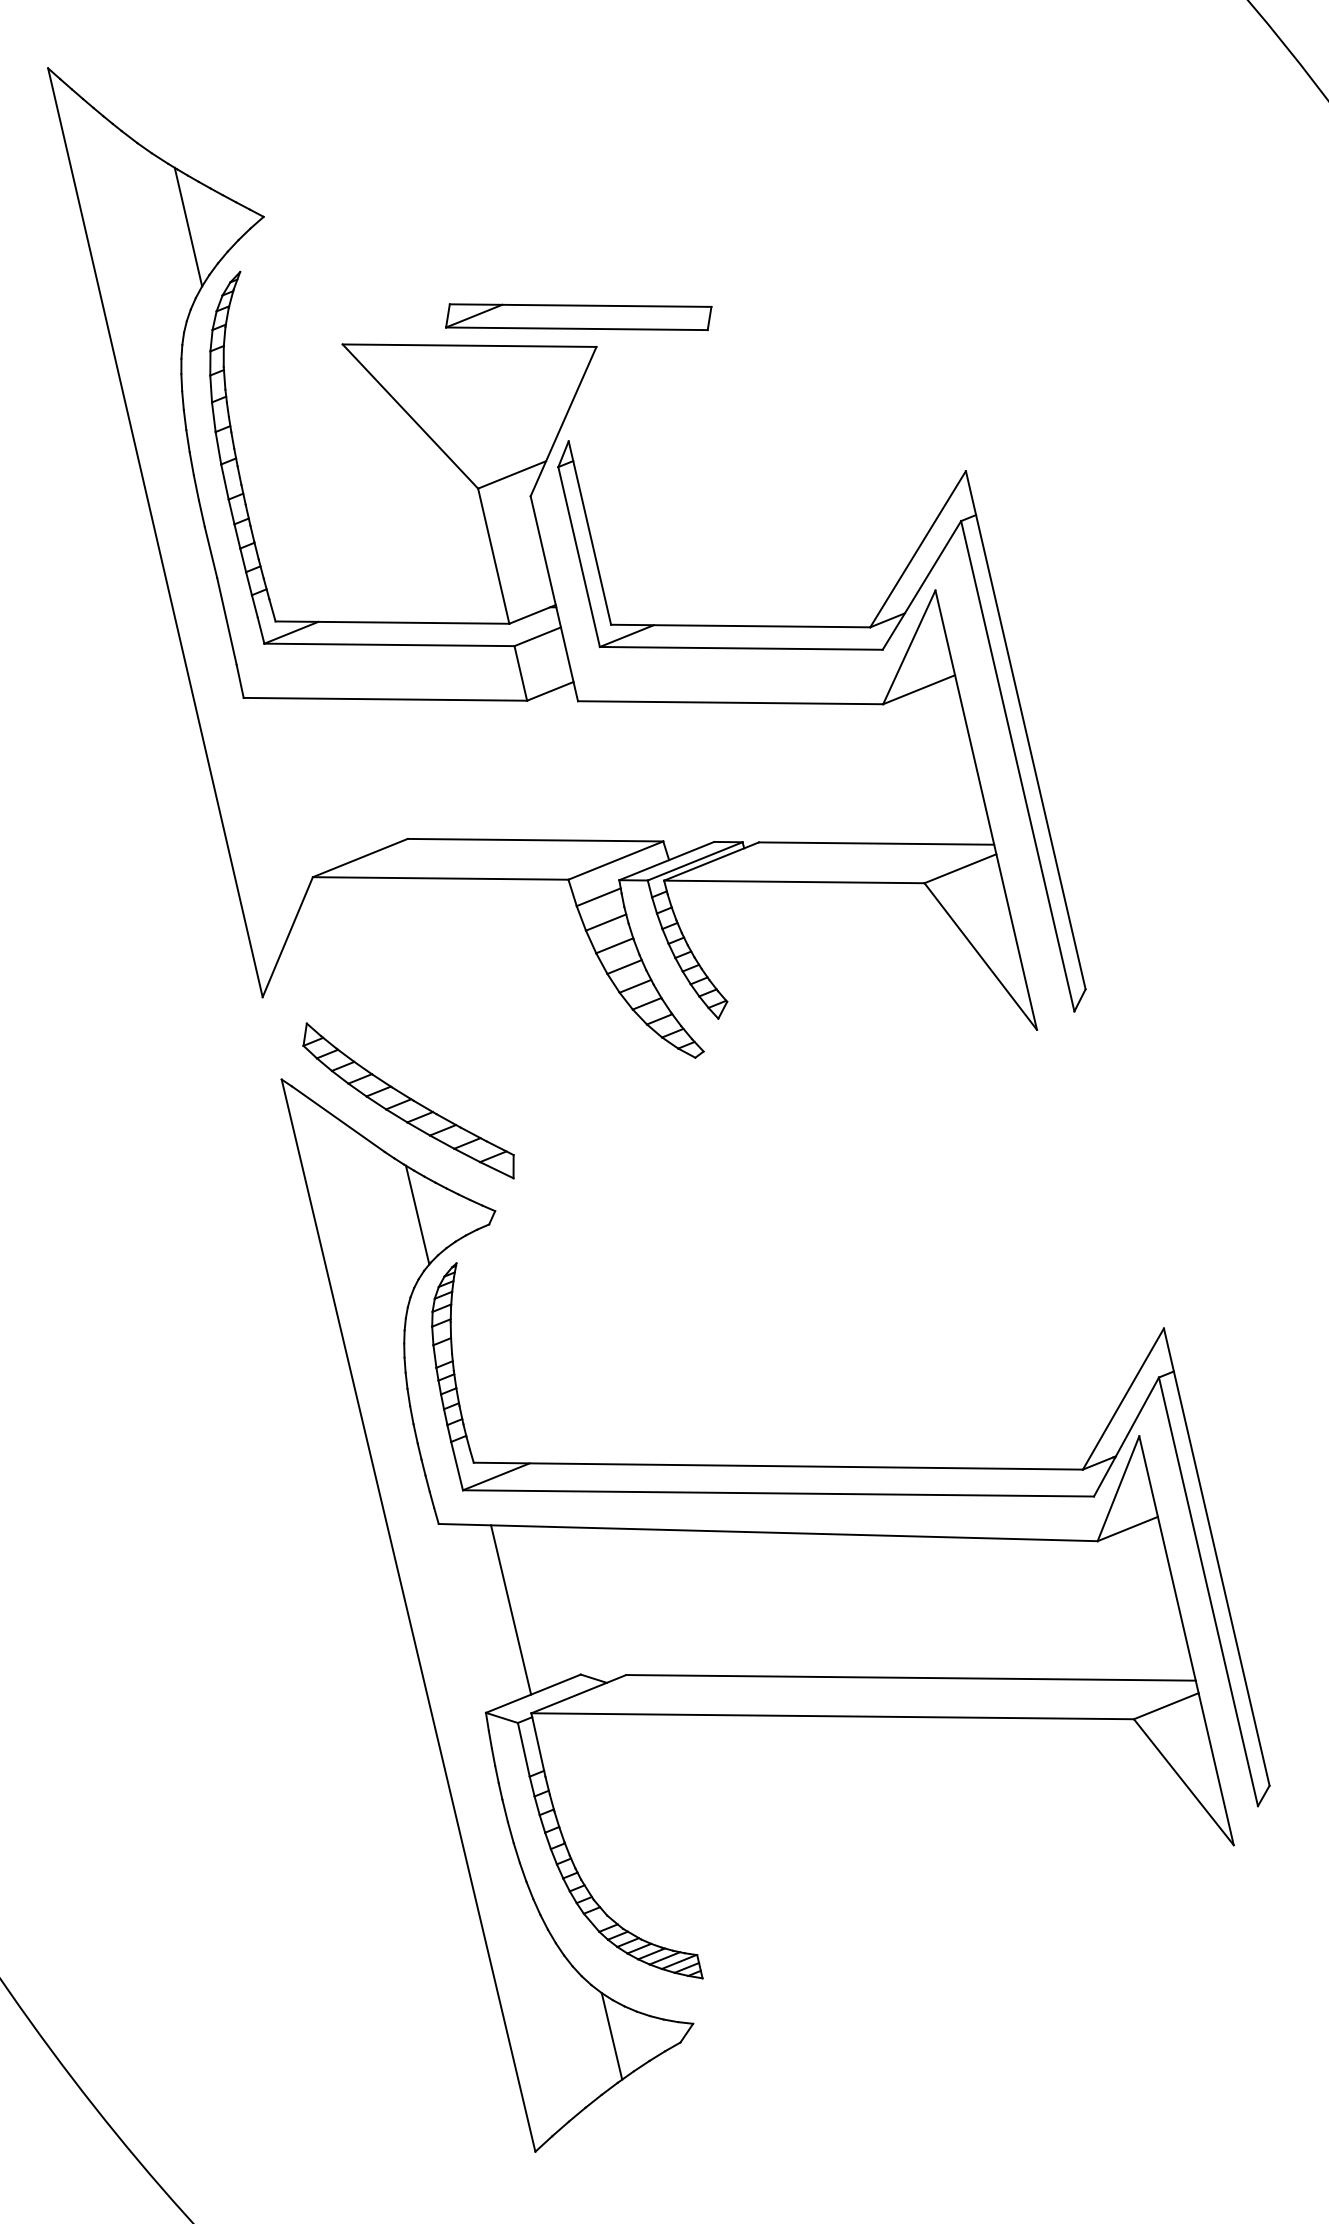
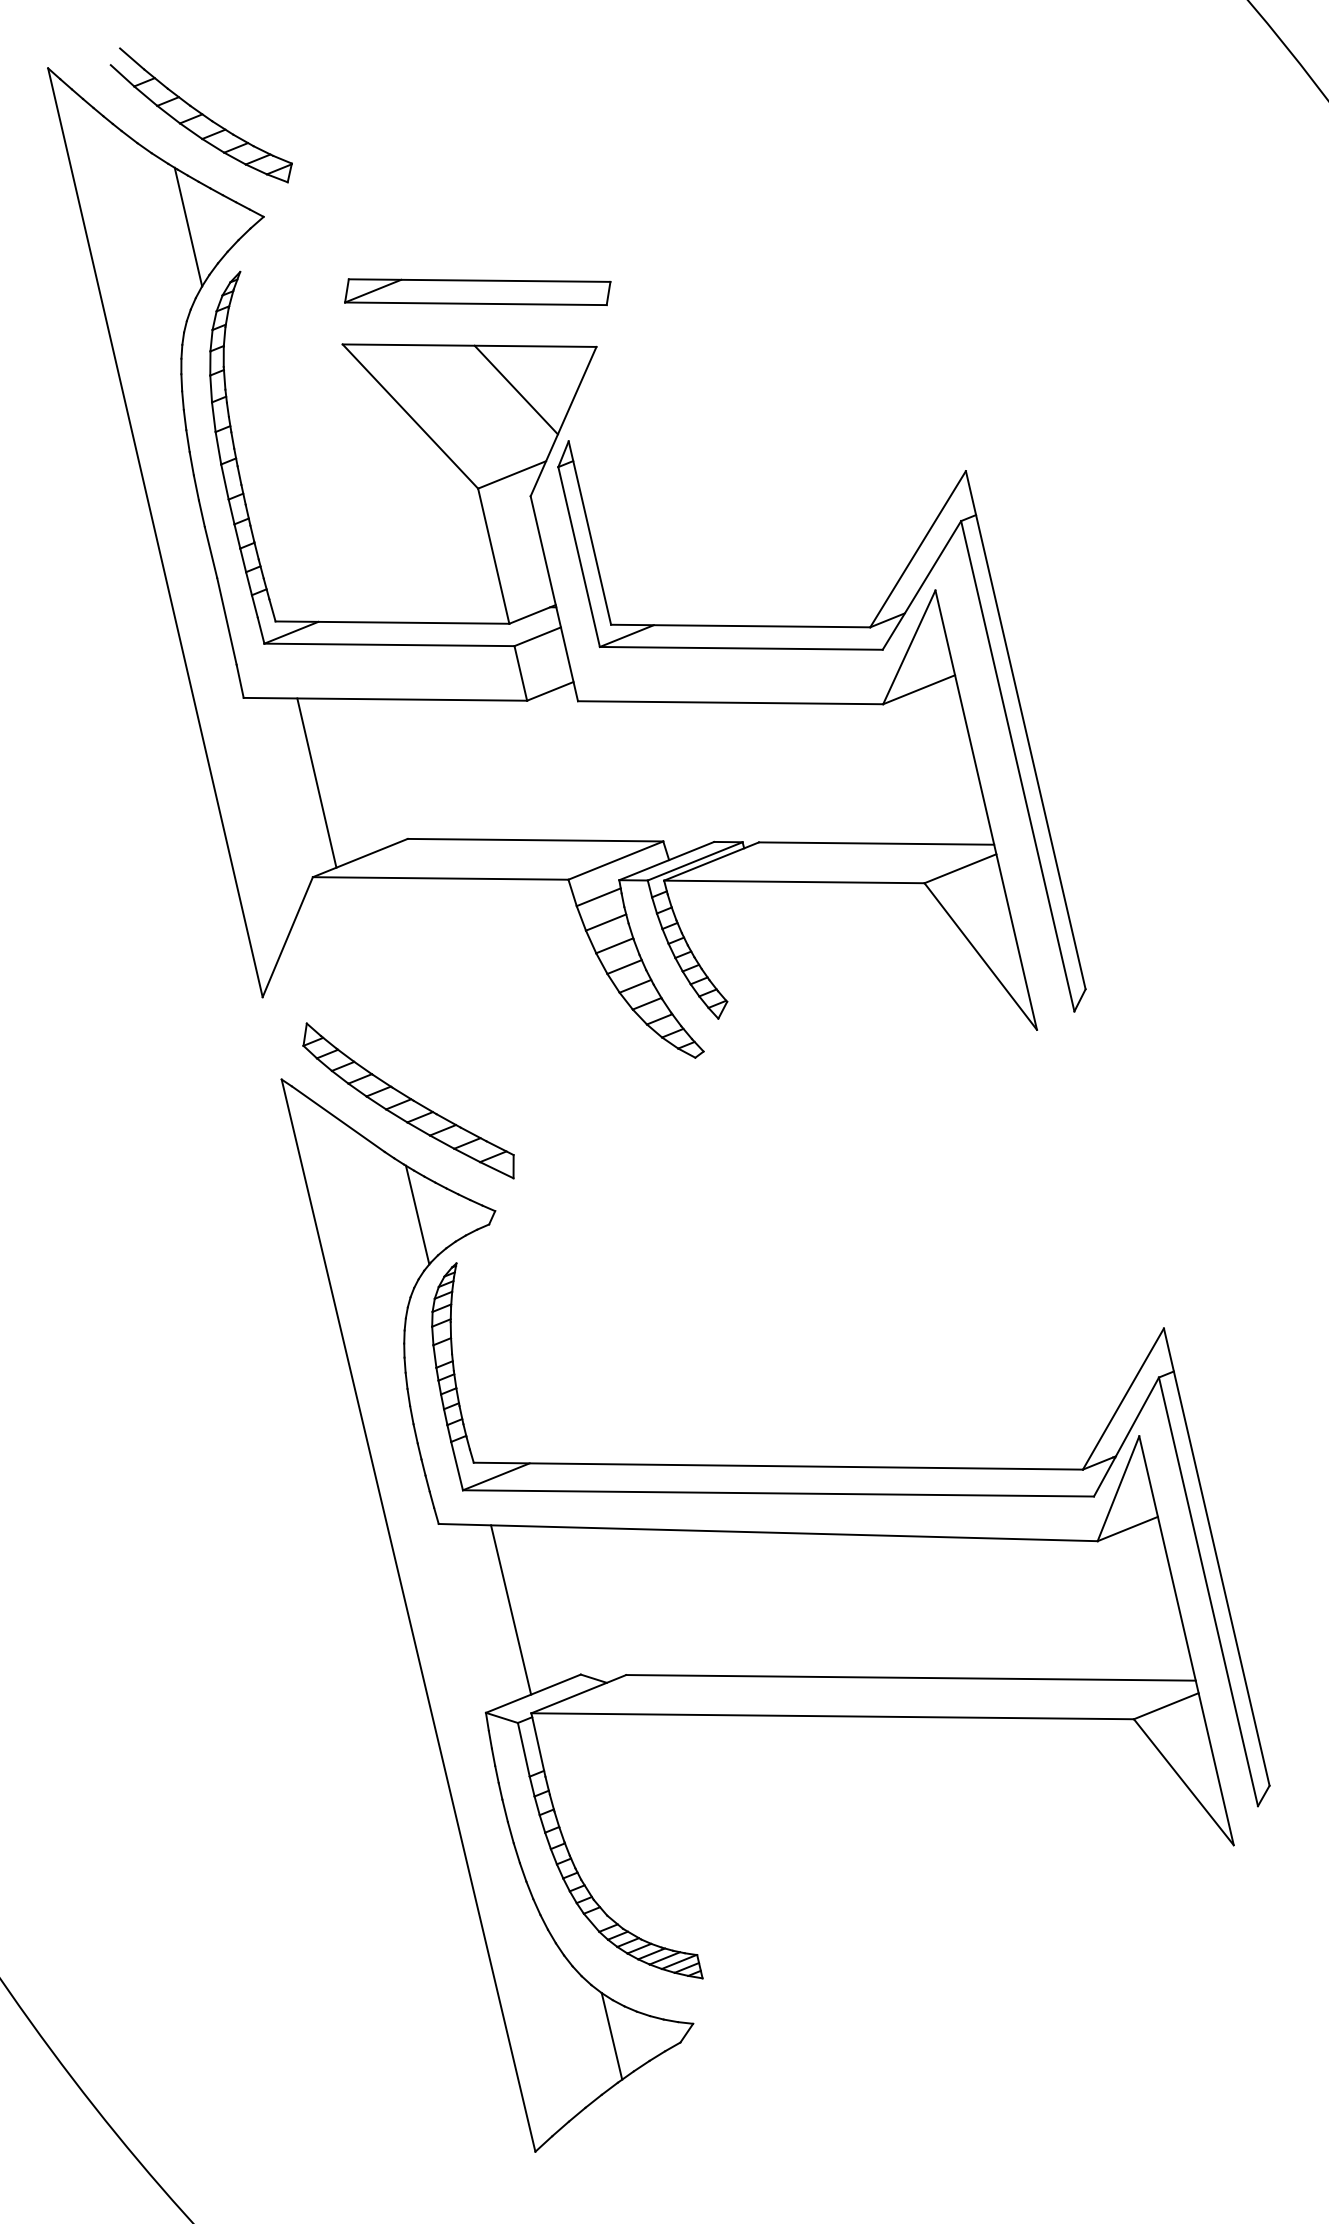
part at (200, 115): none -> present
part at (578, 317) position: (578, 317) -> (477, 292)
line at (515, 389): none -> present
line at (316, 782): none -> present
